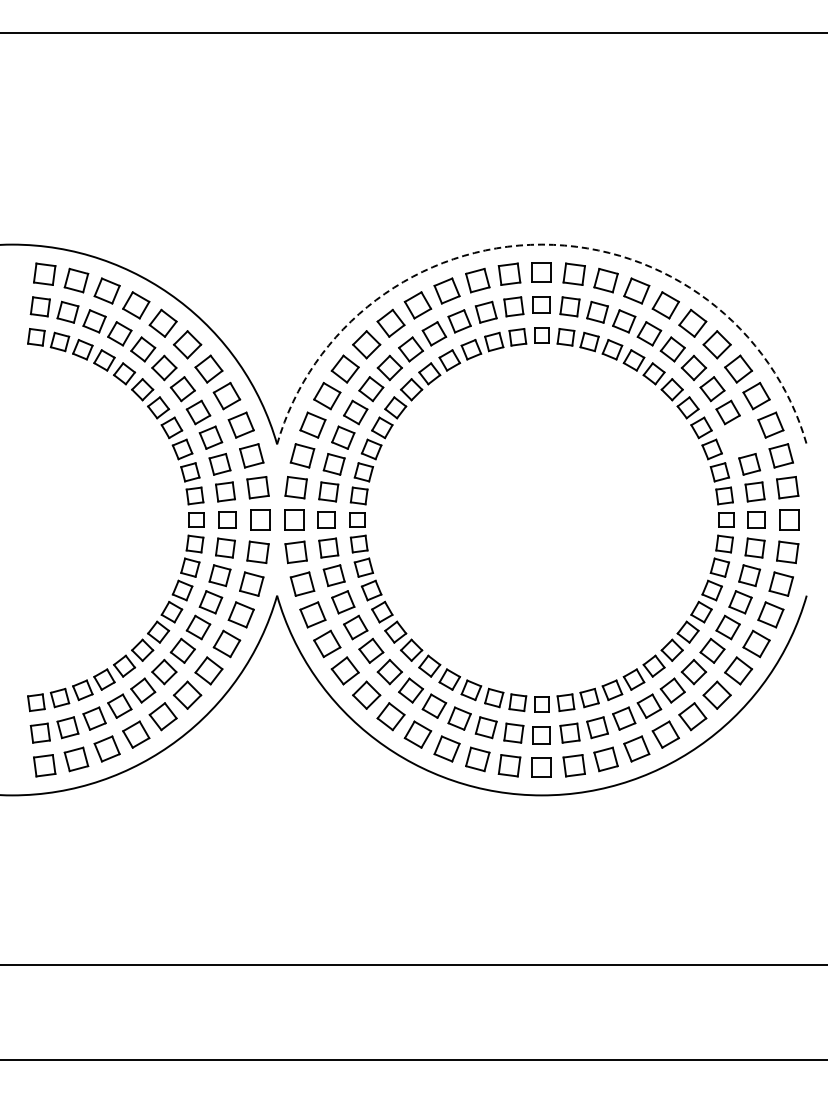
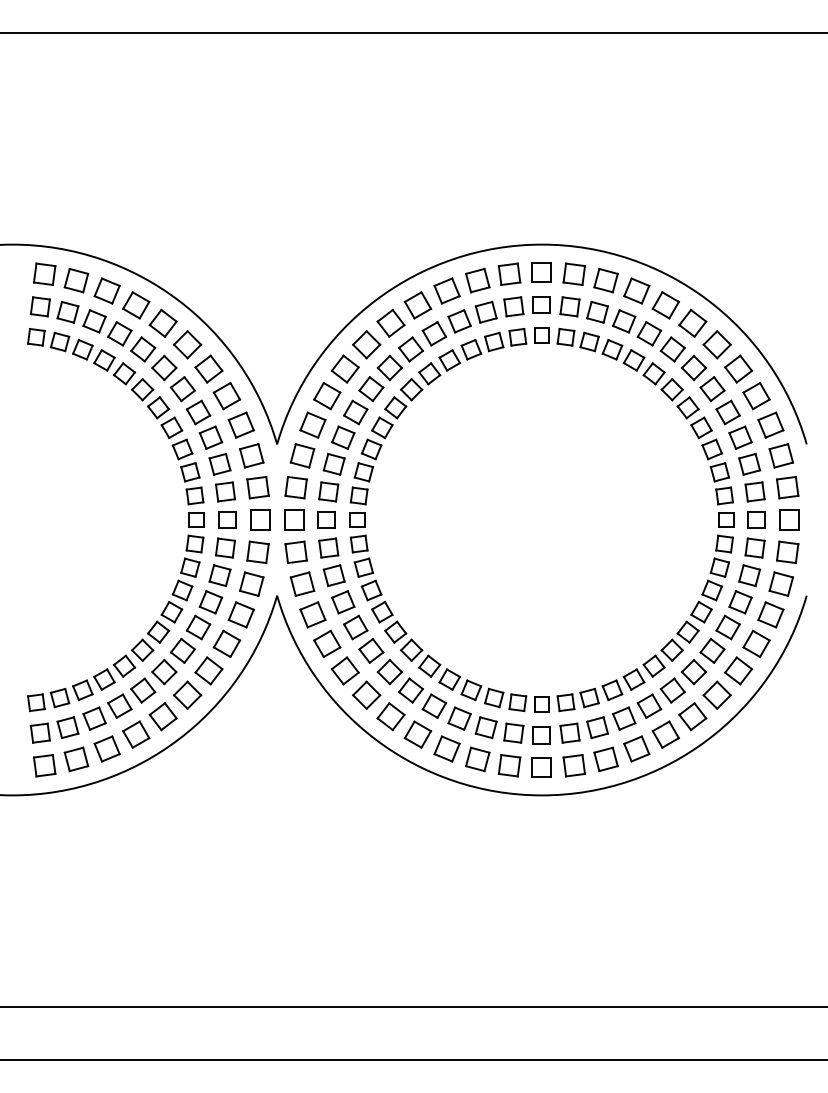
arc at (541, 244): dashed -> solid
part at (740, 437): none -> present
line at (413, 965) position: (413, 965) -> (413, 1007)
